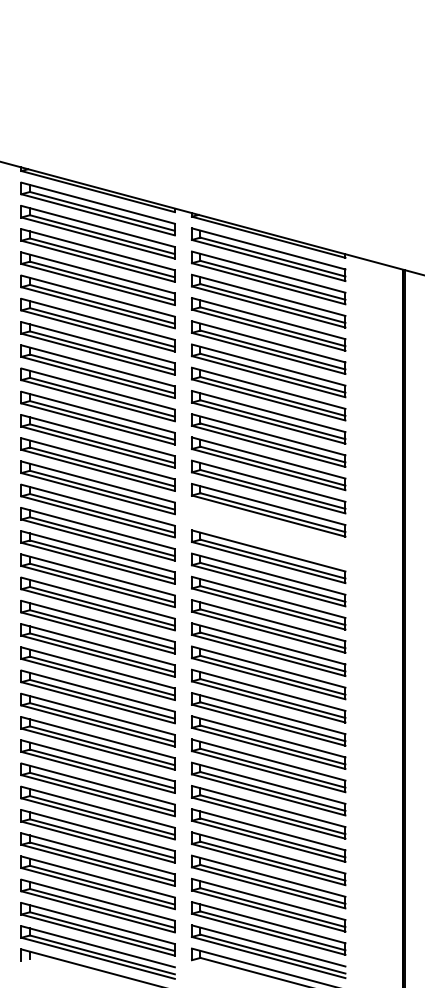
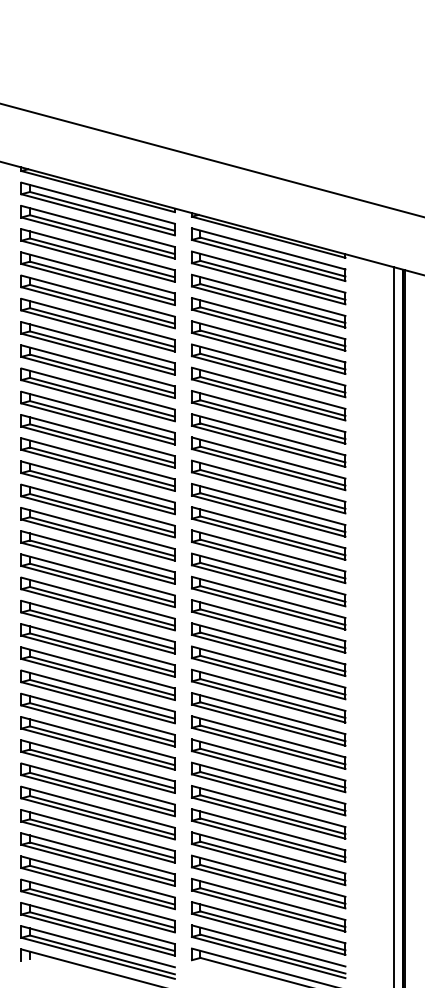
line at (211, 160): none -> present
part at (268, 533): none -> present
line at (394, 625): none -> present
